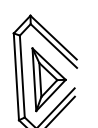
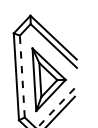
line at (22, 76): solid -> dashed
line at (55, 108): solid -> dashed
